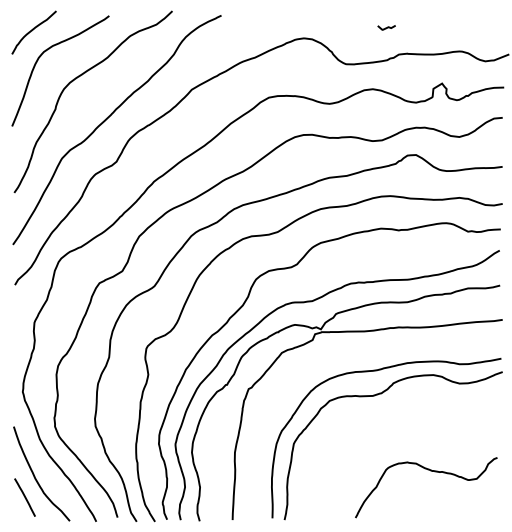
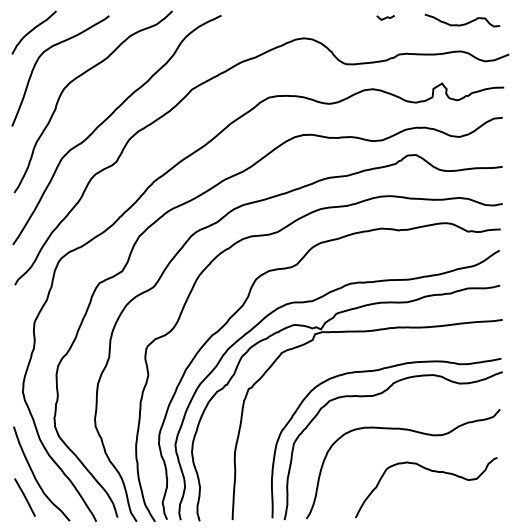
curve at (463, 23): none -> present
curve at (386, 27) position: (386, 27) -> (385, 17)
curve at (410, 431): none -> present
